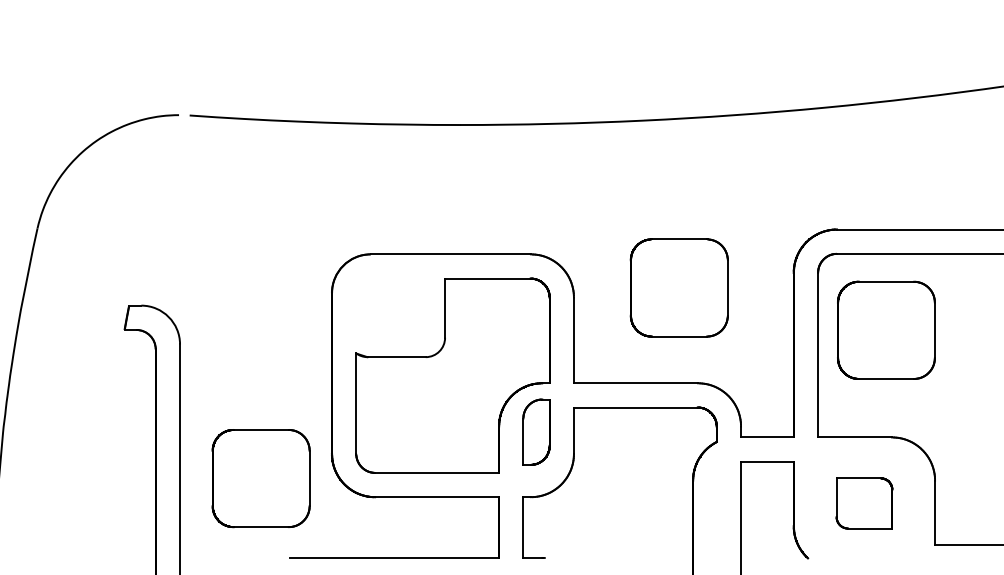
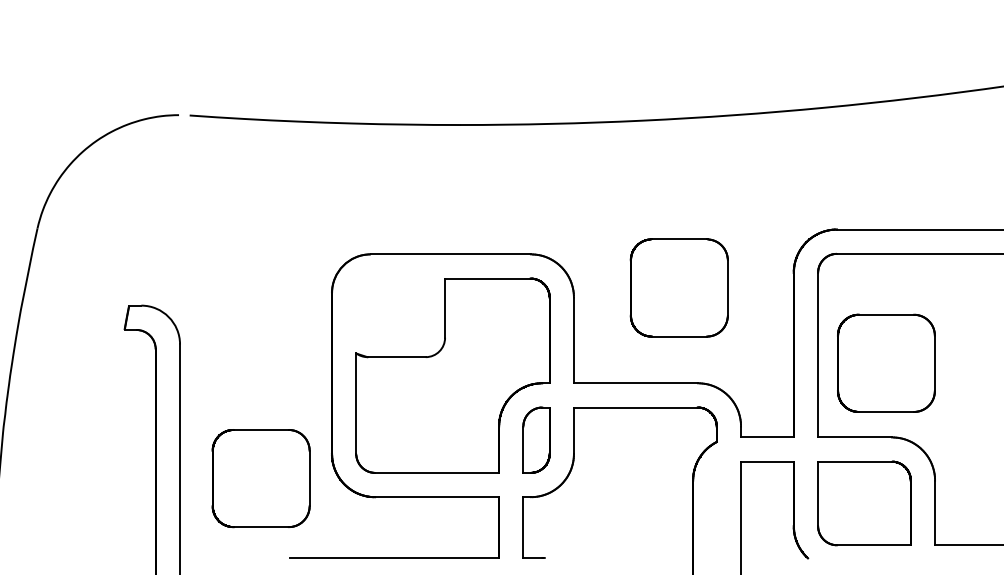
part at (886, 329) position: (886, 329) -> (886, 362)
part at (536, 431) position: (536, 431) -> (536, 439)
part at (864, 503) size: 59x53 px -> 95x87 px
